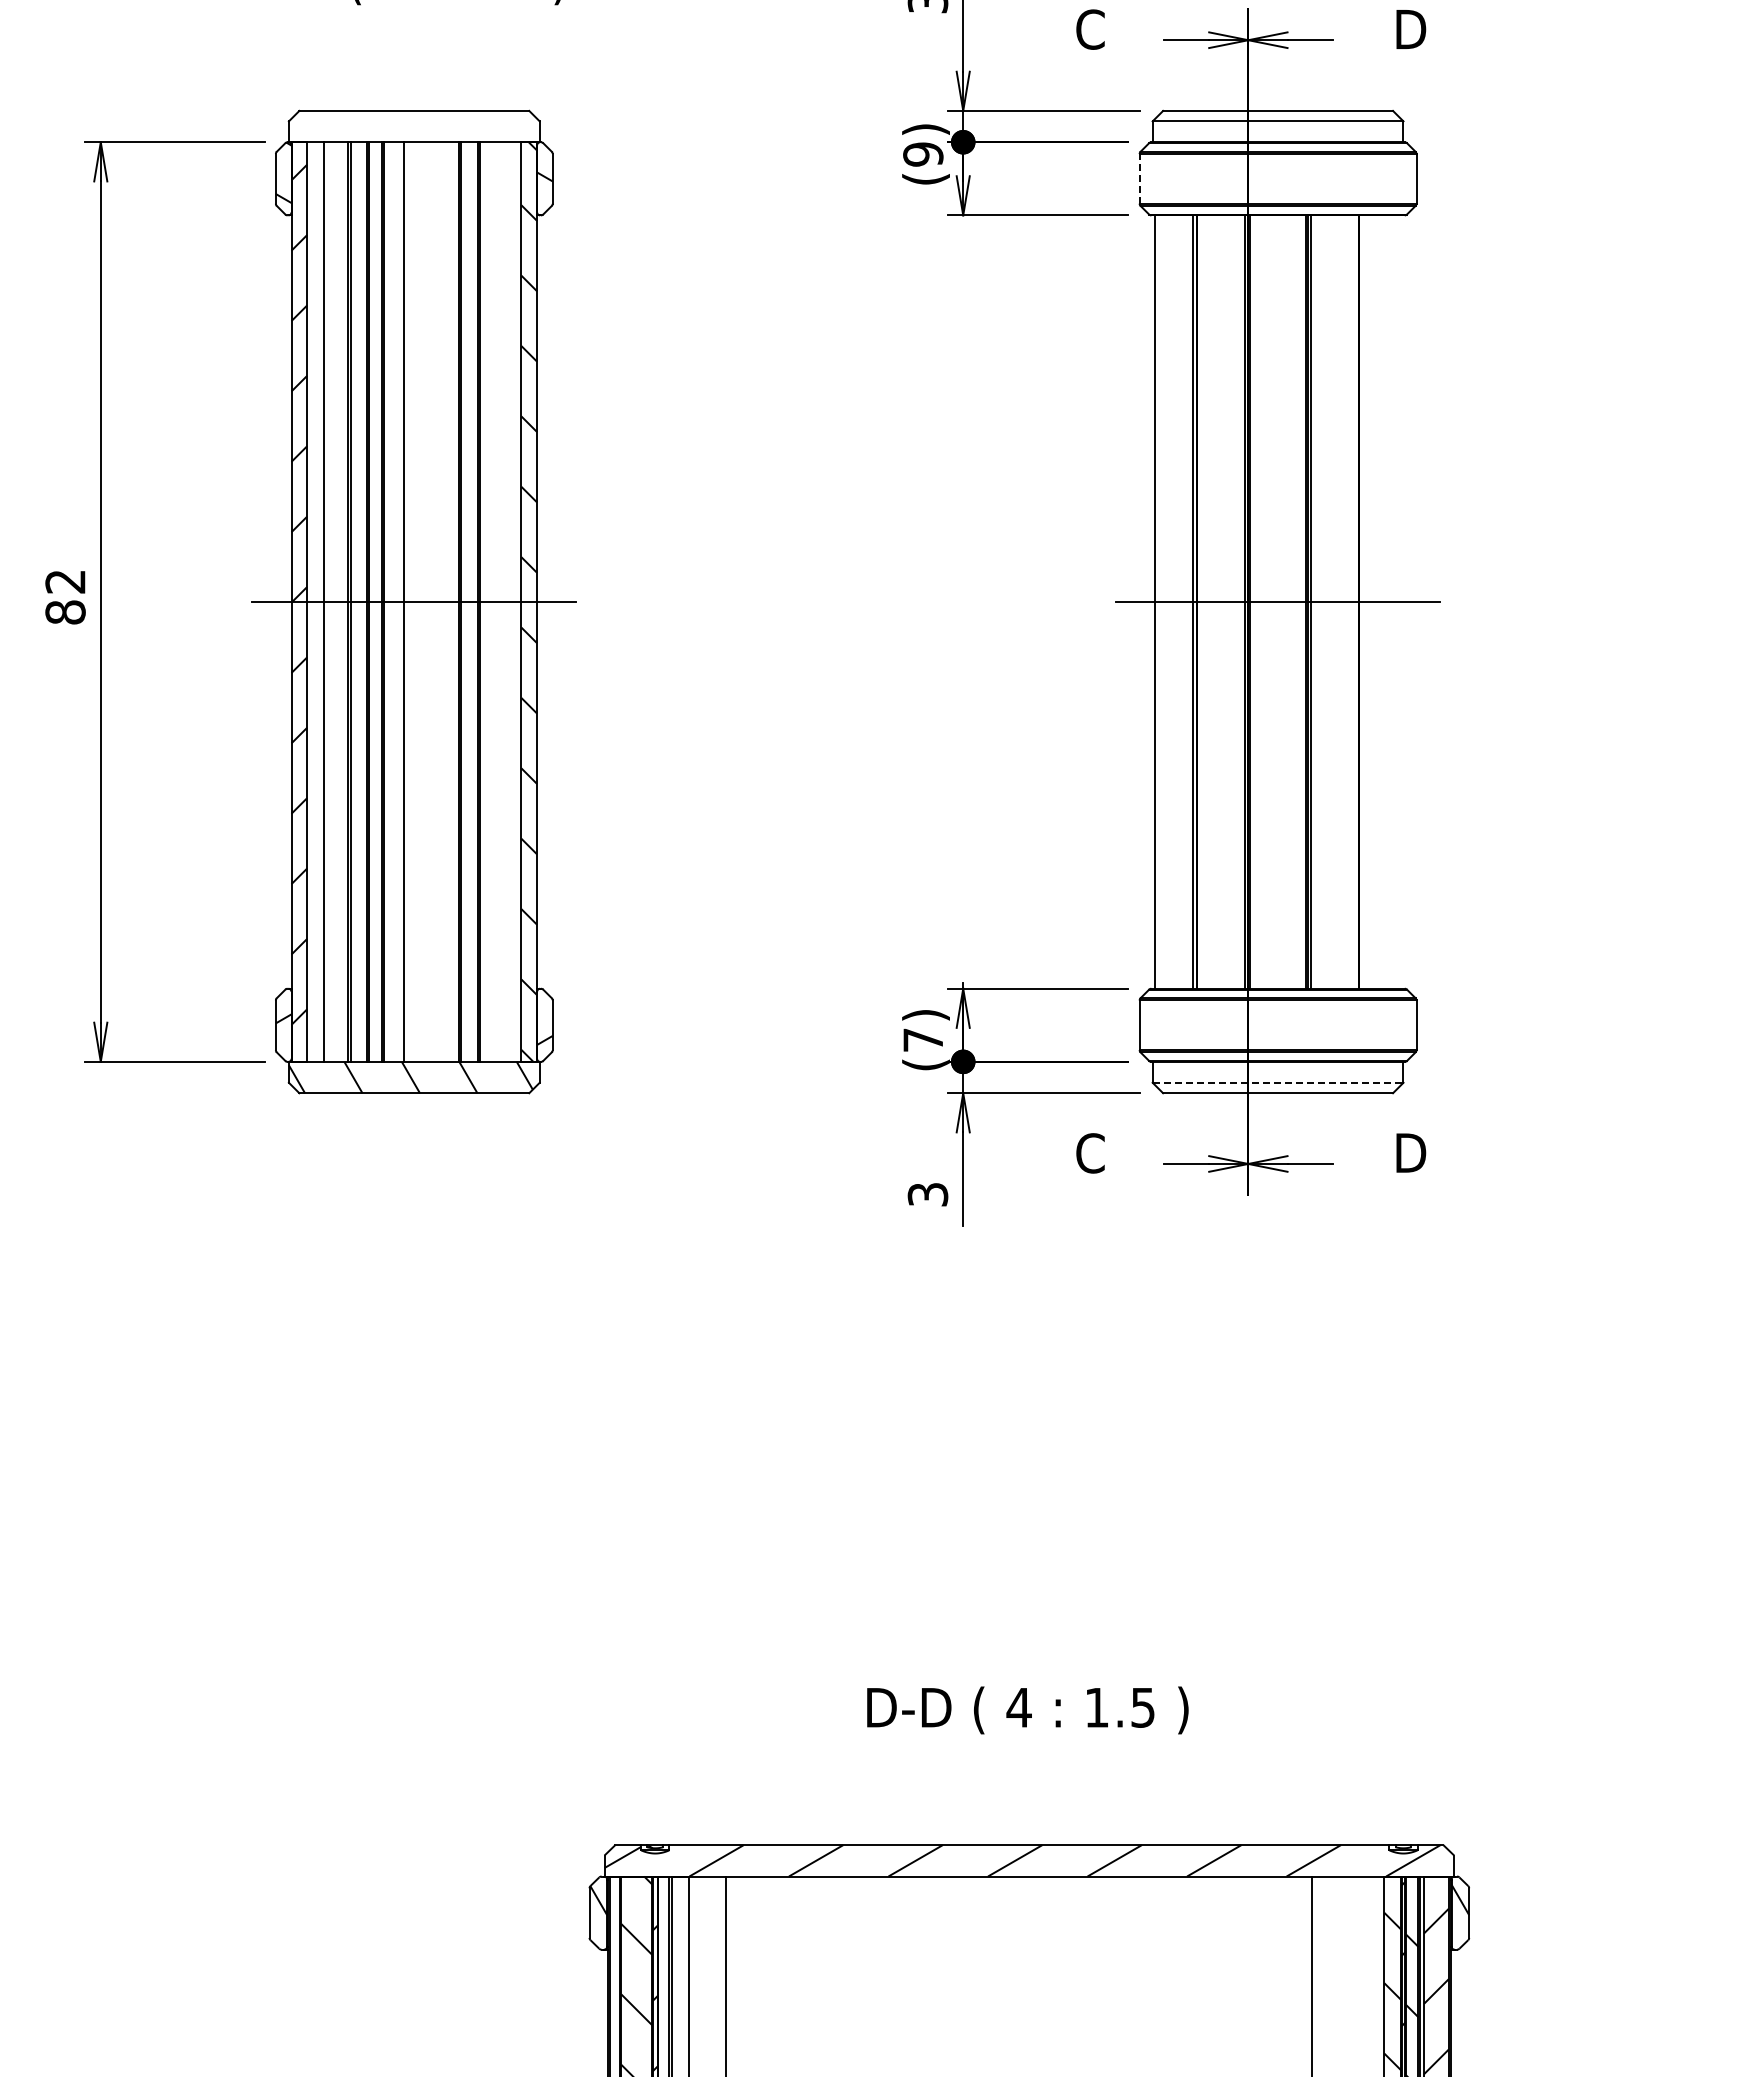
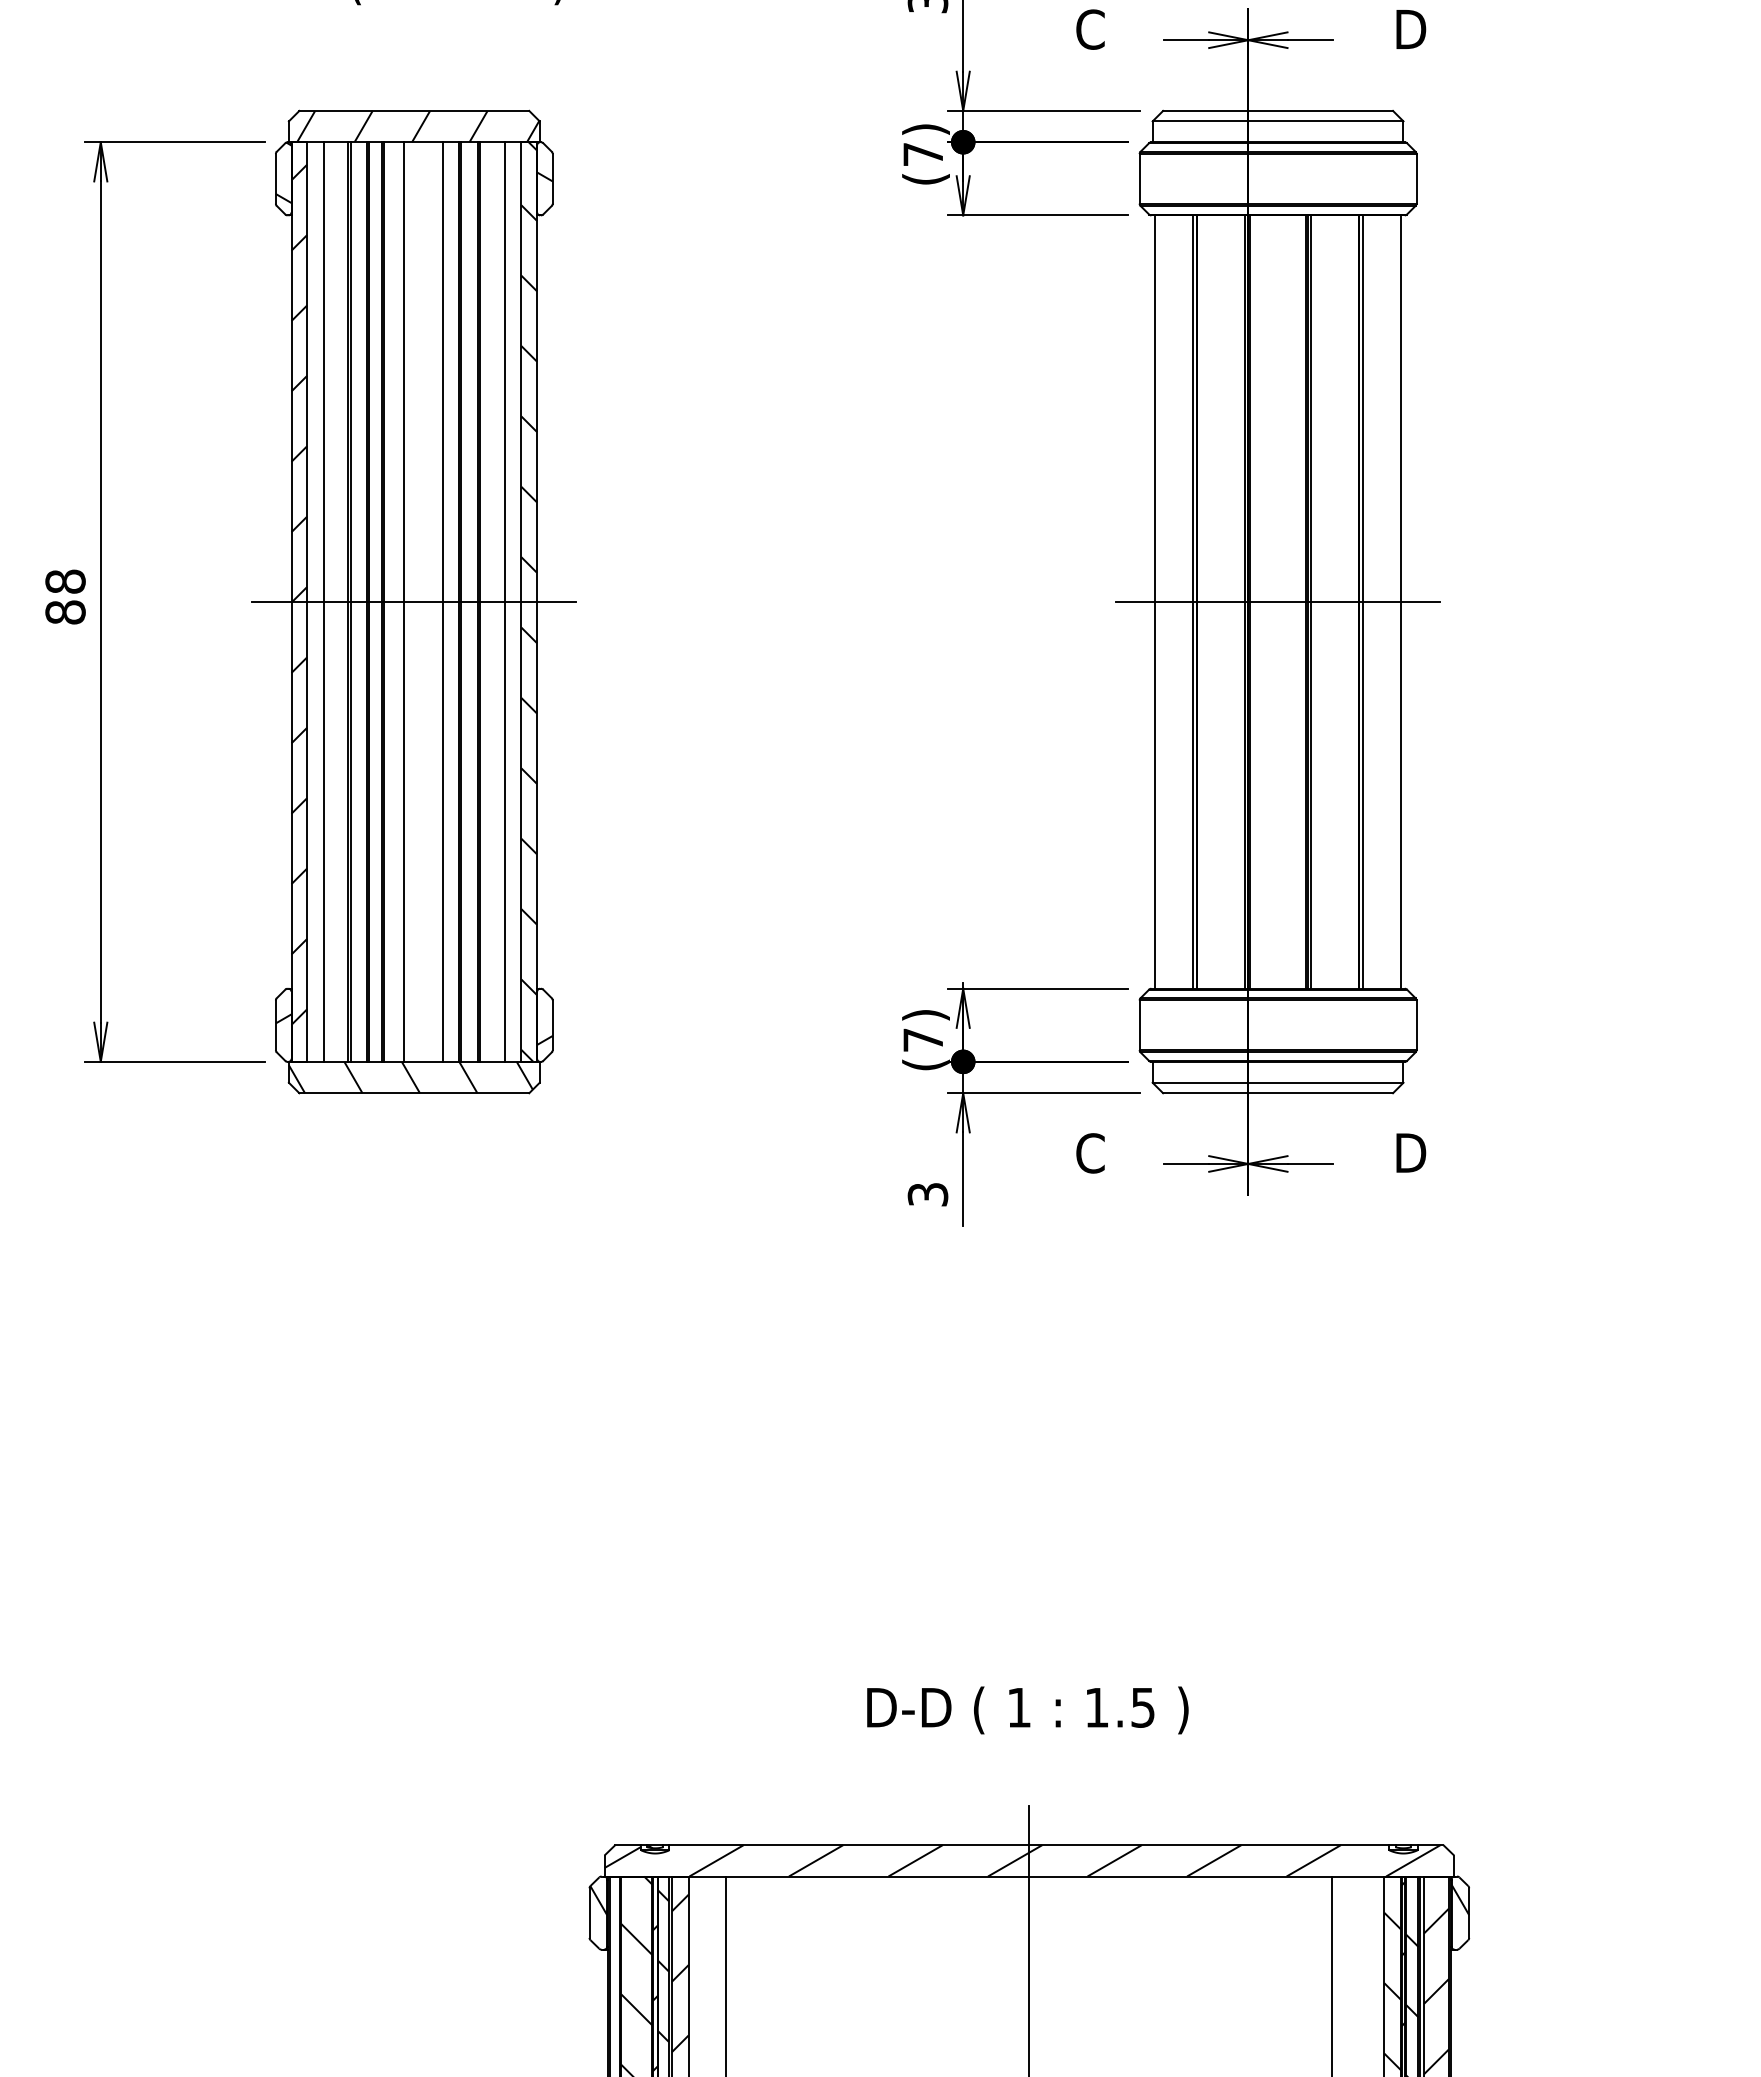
hatch at (418, 126): none -> present
text at (923, 154): (9) -> (7)
line at (1139, 178): dashed -> solid
text at (65, 581): 82 -> 88
line at (443, 601): none -> present
line at (504, 601): none -> present
line at (1362, 601): none -> present
line at (1400, 601): none -> present
line at (1278, 1082): dashed -> solid
text at (1018, 1707): 4 -> 1
line at (1029, 1939): none -> present
hatch at (663, 1965): none -> present
hatch at (679, 1973): none -> present
line at (1312, 1974) position: (1312, 1974) -> (1332, 1974)
